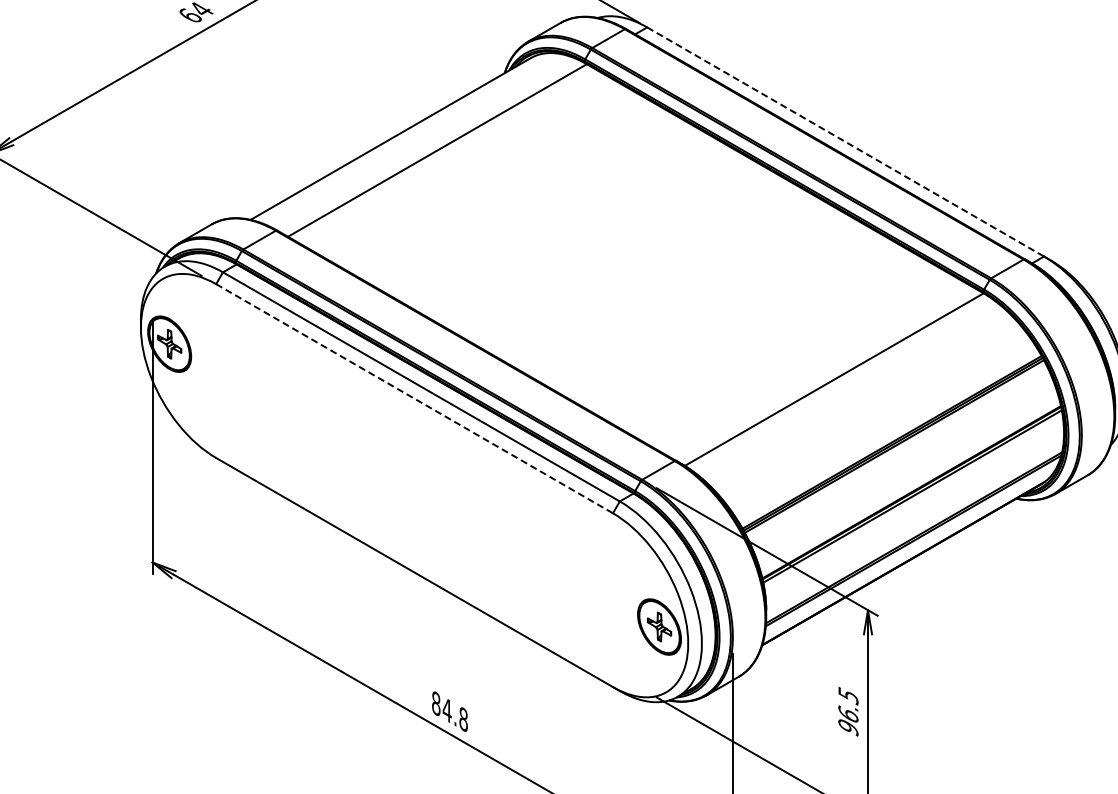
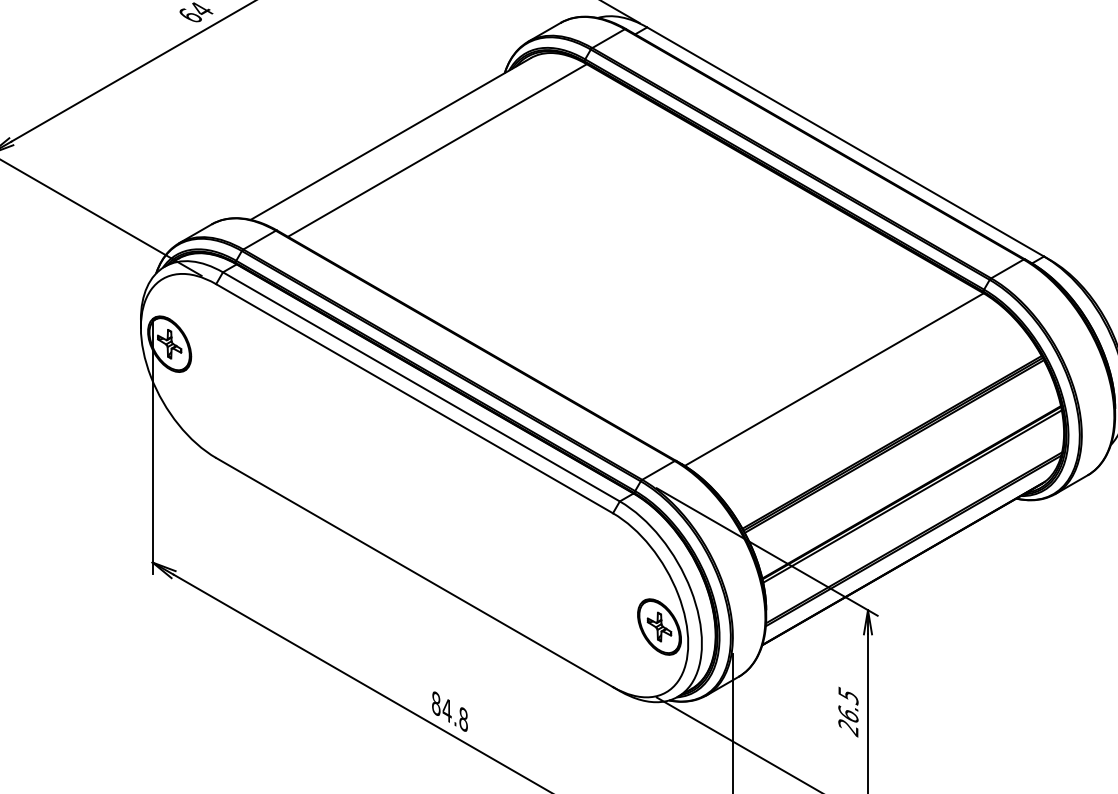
line at (846, 142): dashed -> solid
line at (415, 398): dashed -> solid
text at (848, 728): 96.5 -> 26.5
